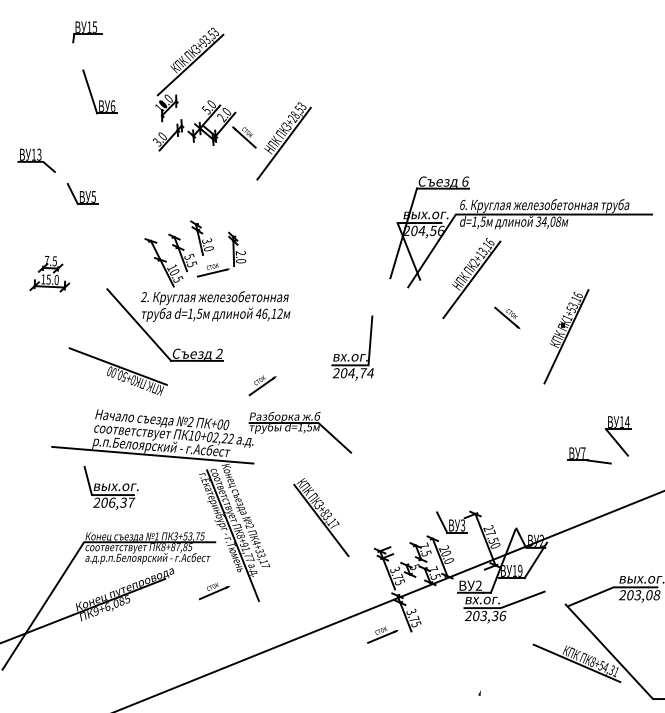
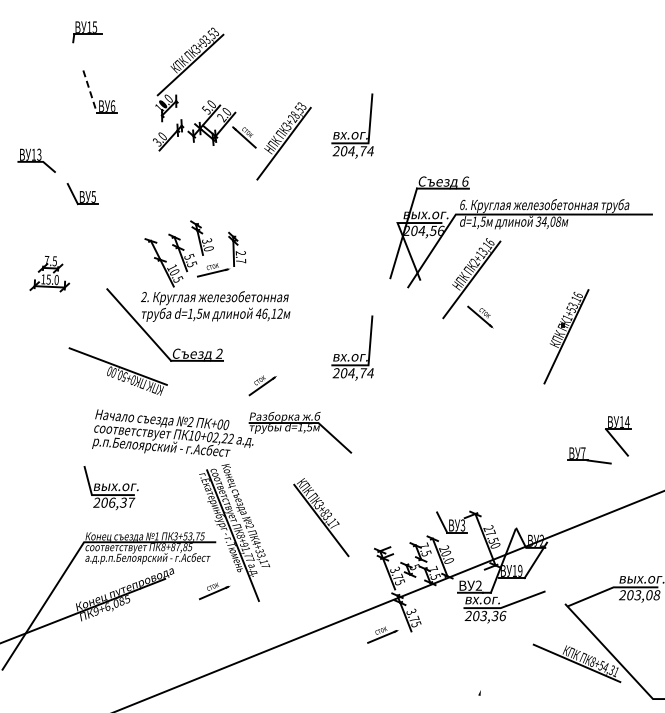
line at (90, 91): solid -> dashed
part at (353, 132): none -> present
text at (241, 261): 2.0 -> 2.7
part at (507, 317) position: (507, 317) -> (480, 316)
line at (152, 454): present -> none
